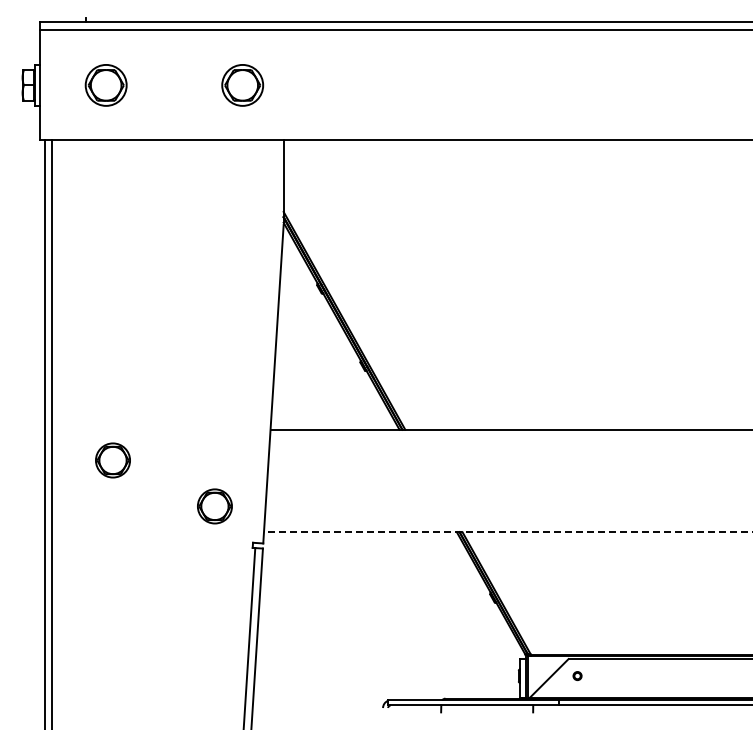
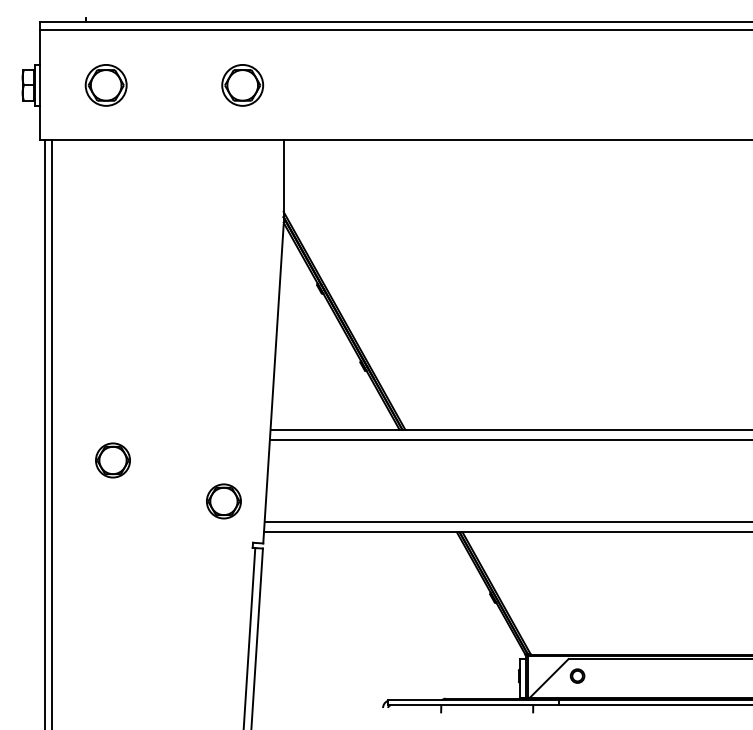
line at (509, 439): none -> present
part at (214, 506) position: (214, 506) -> (223, 501)
line at (506, 522): none -> present
line at (507, 532): dashed -> solid
part at (577, 676) size: 11x11 px -> 17x16 px
